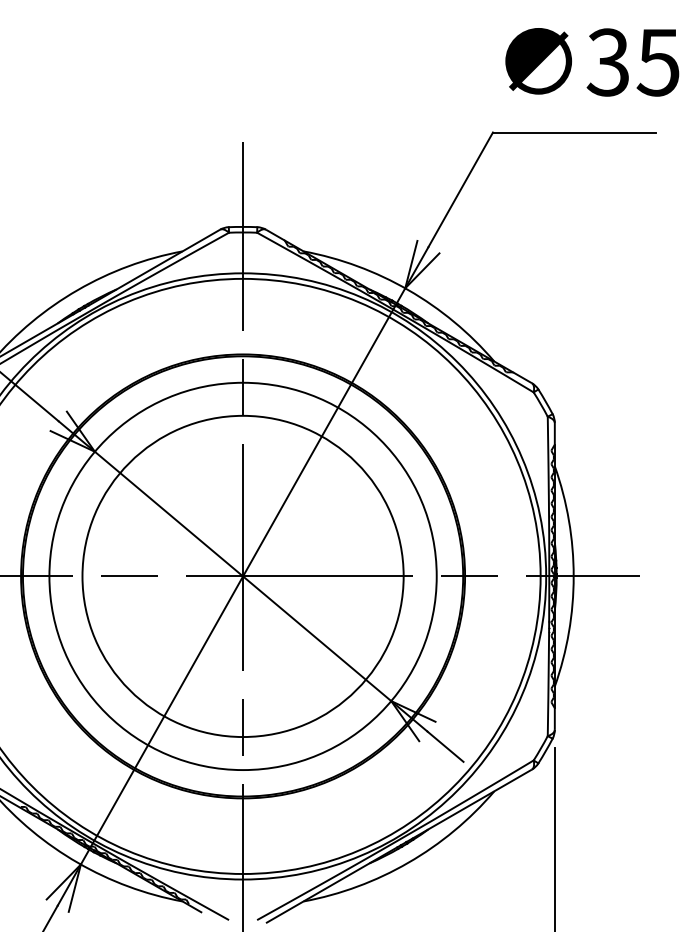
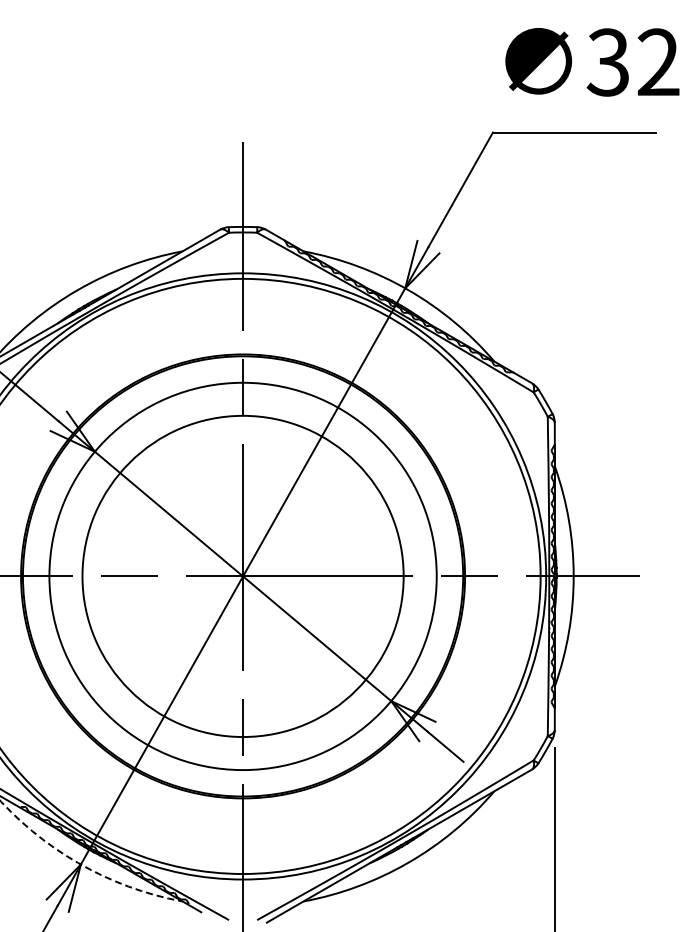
text at (657, 62): 35 -> 32
arc at (83, 866): solid -> dashed
